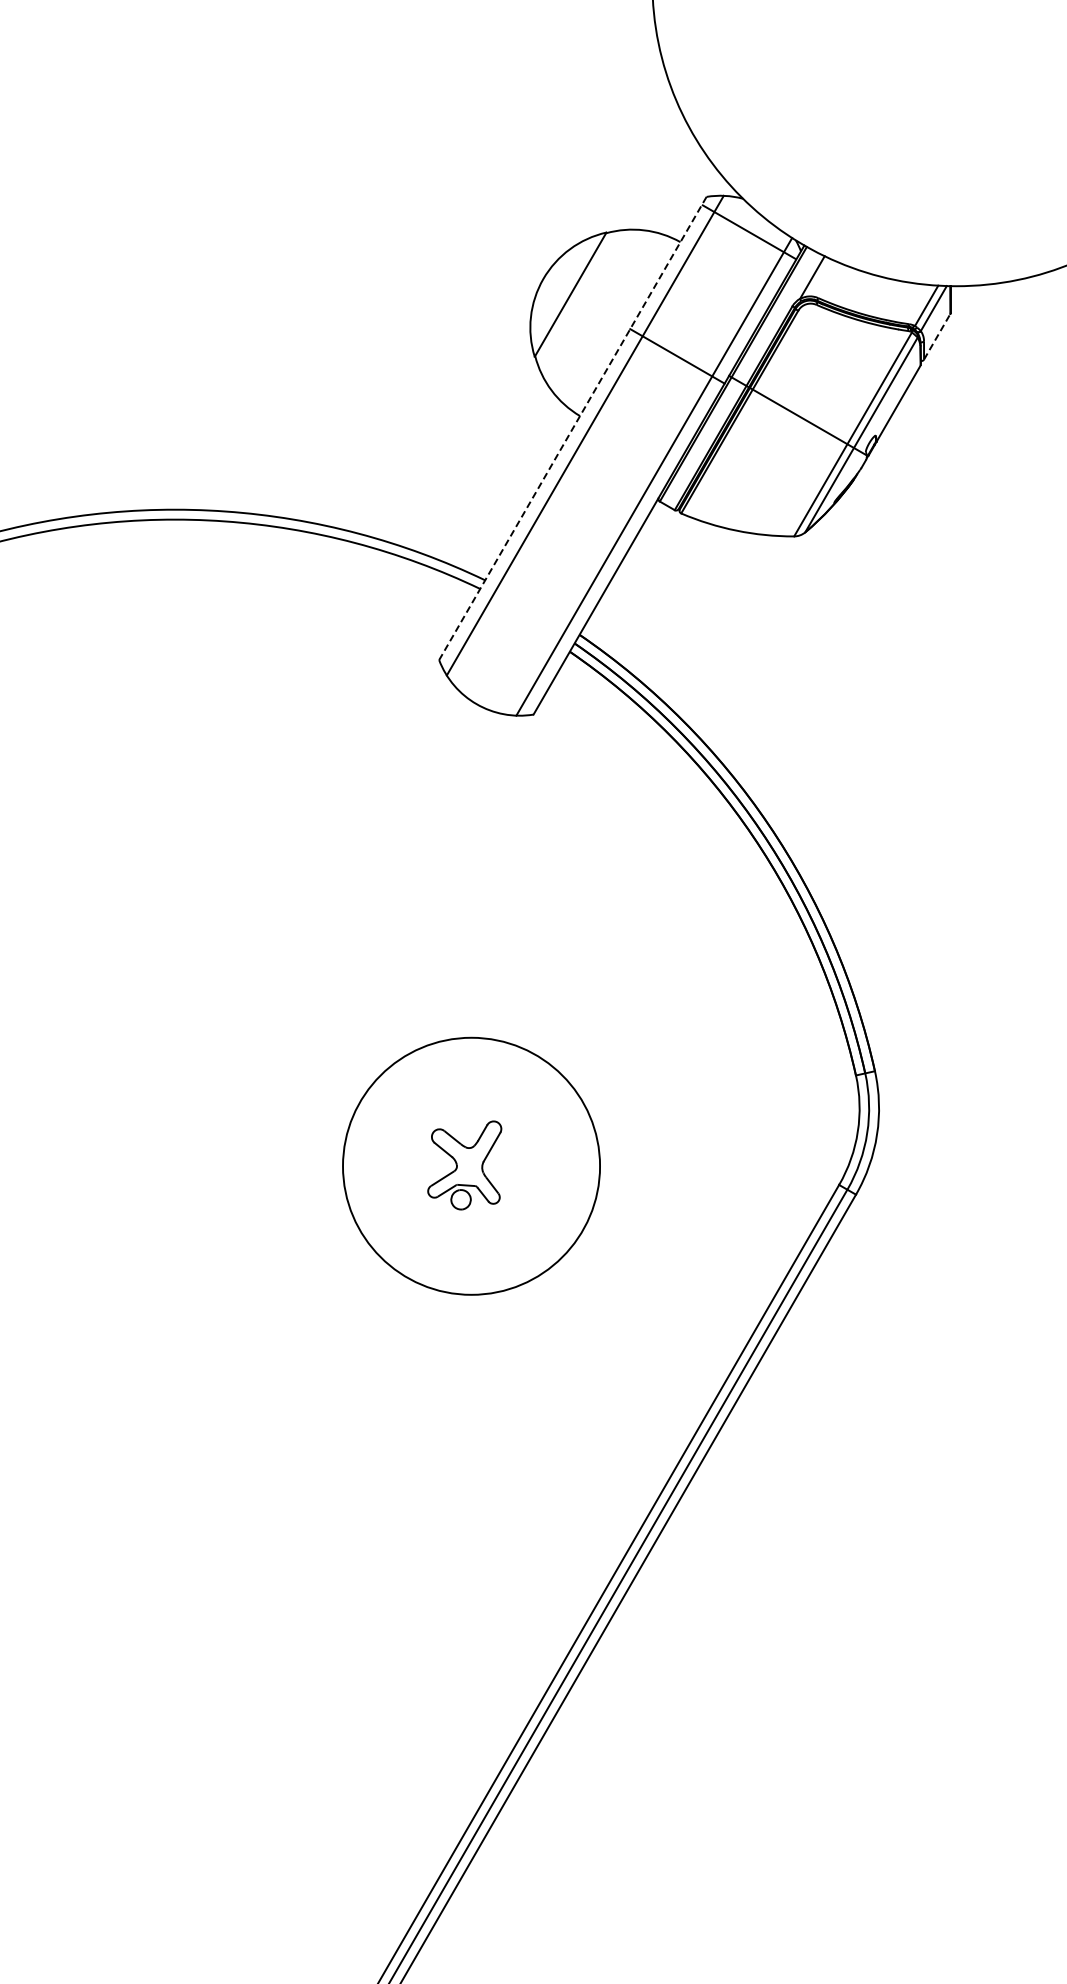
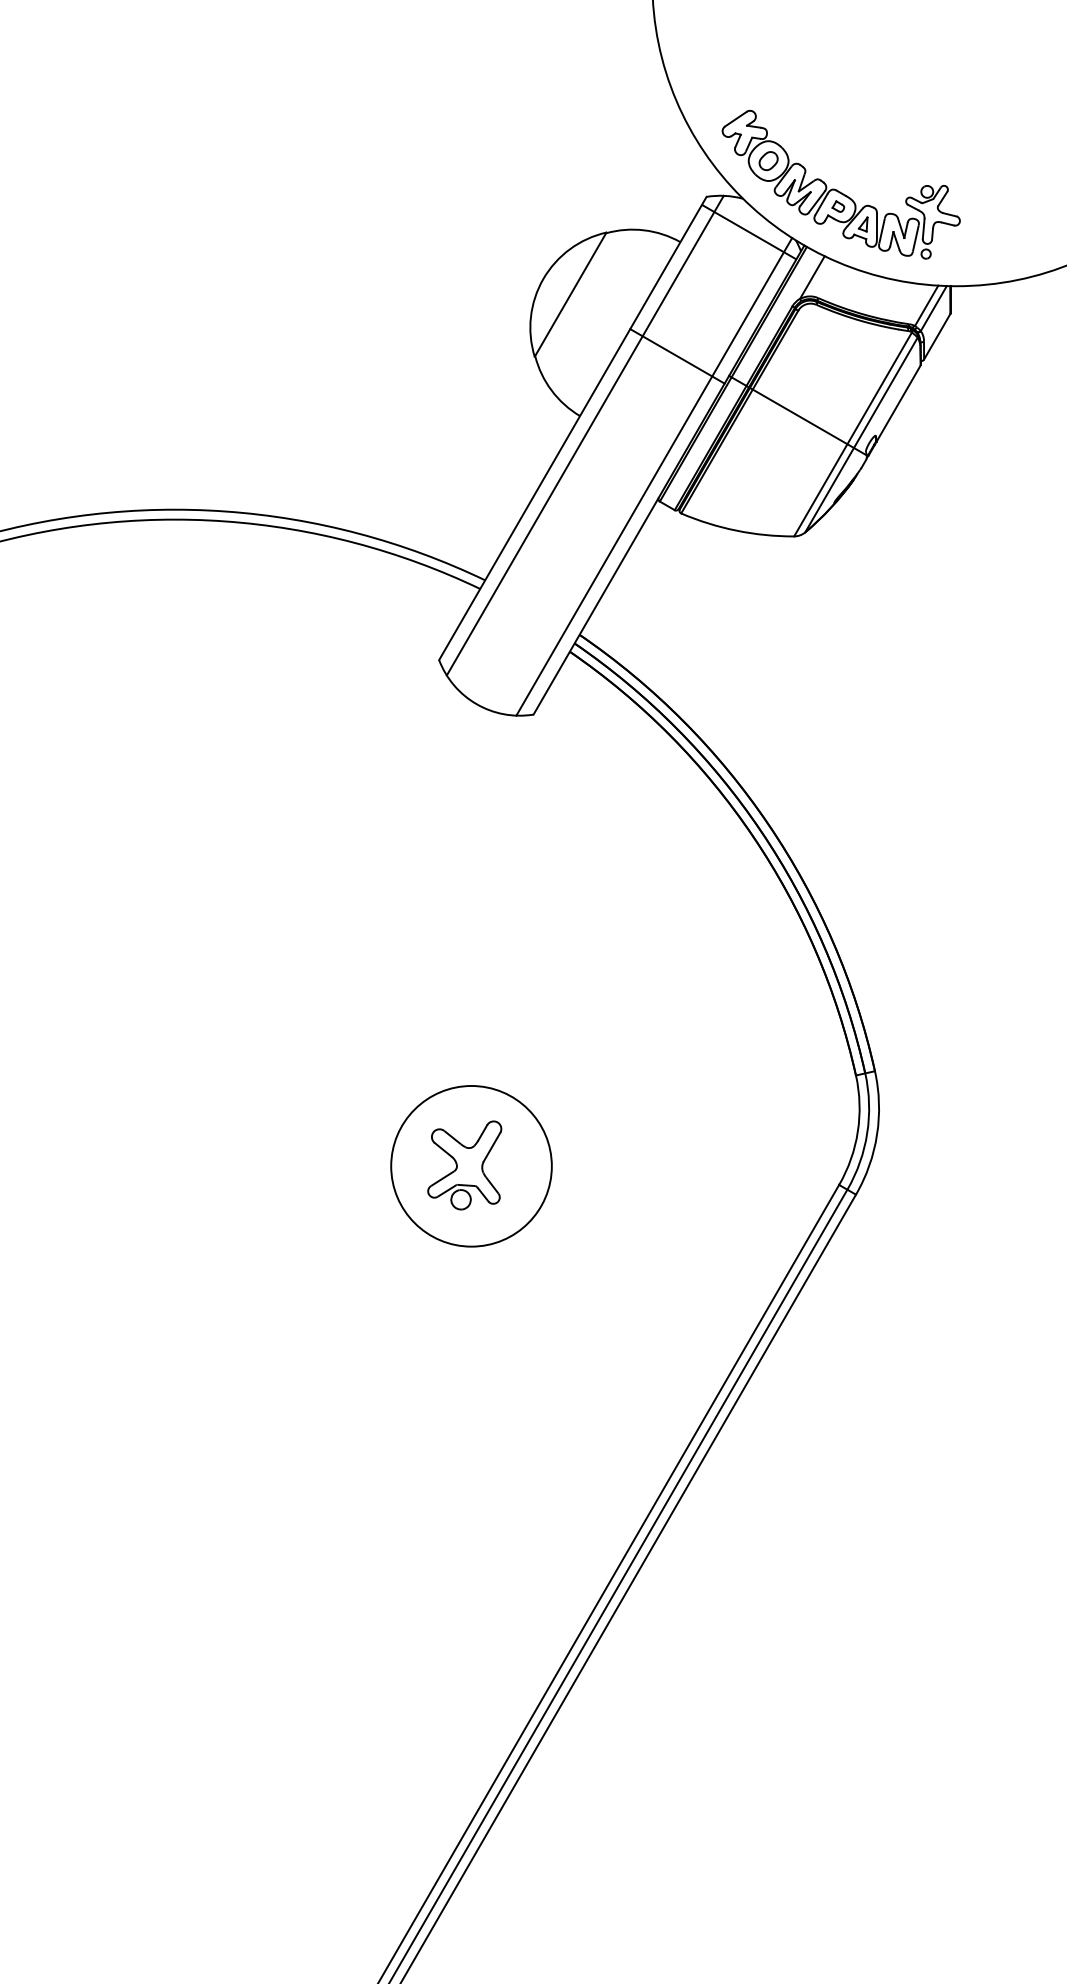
part at (838, 190): none -> present
line at (937, 336): dashed -> solid
line at (572, 428): dashed -> solid
circle at (471, 1165) diameter: 257 px -> 161 px
